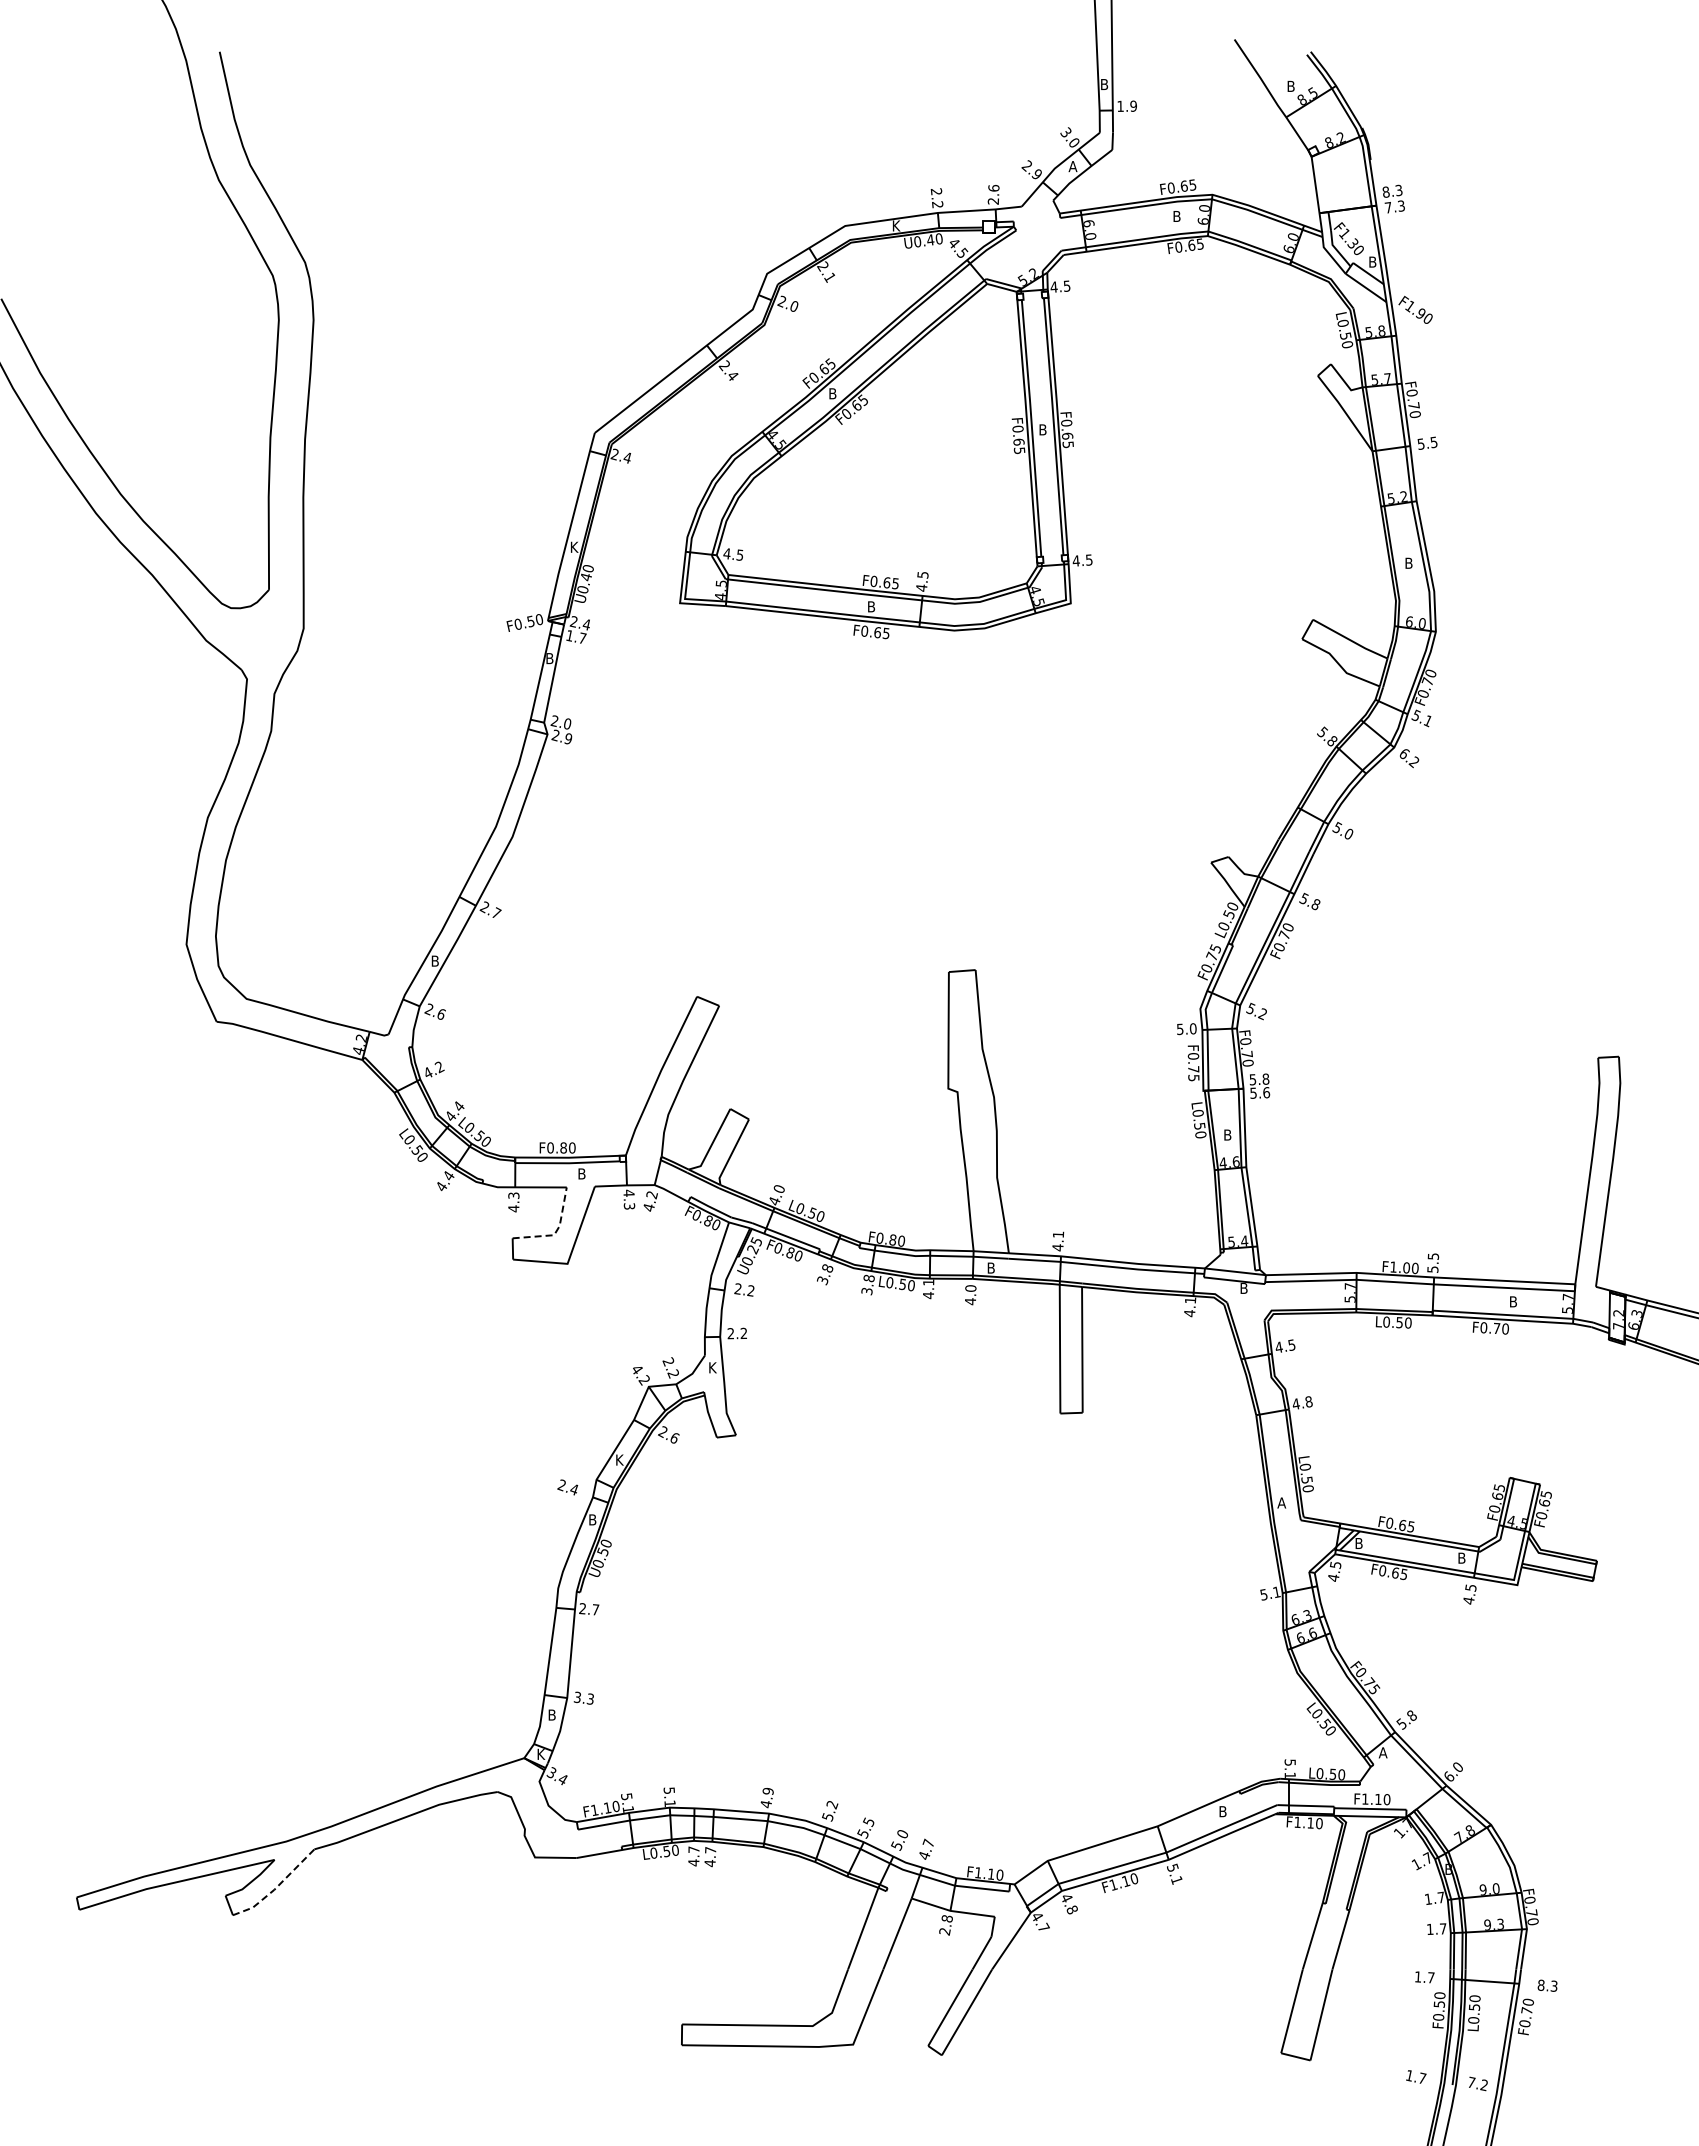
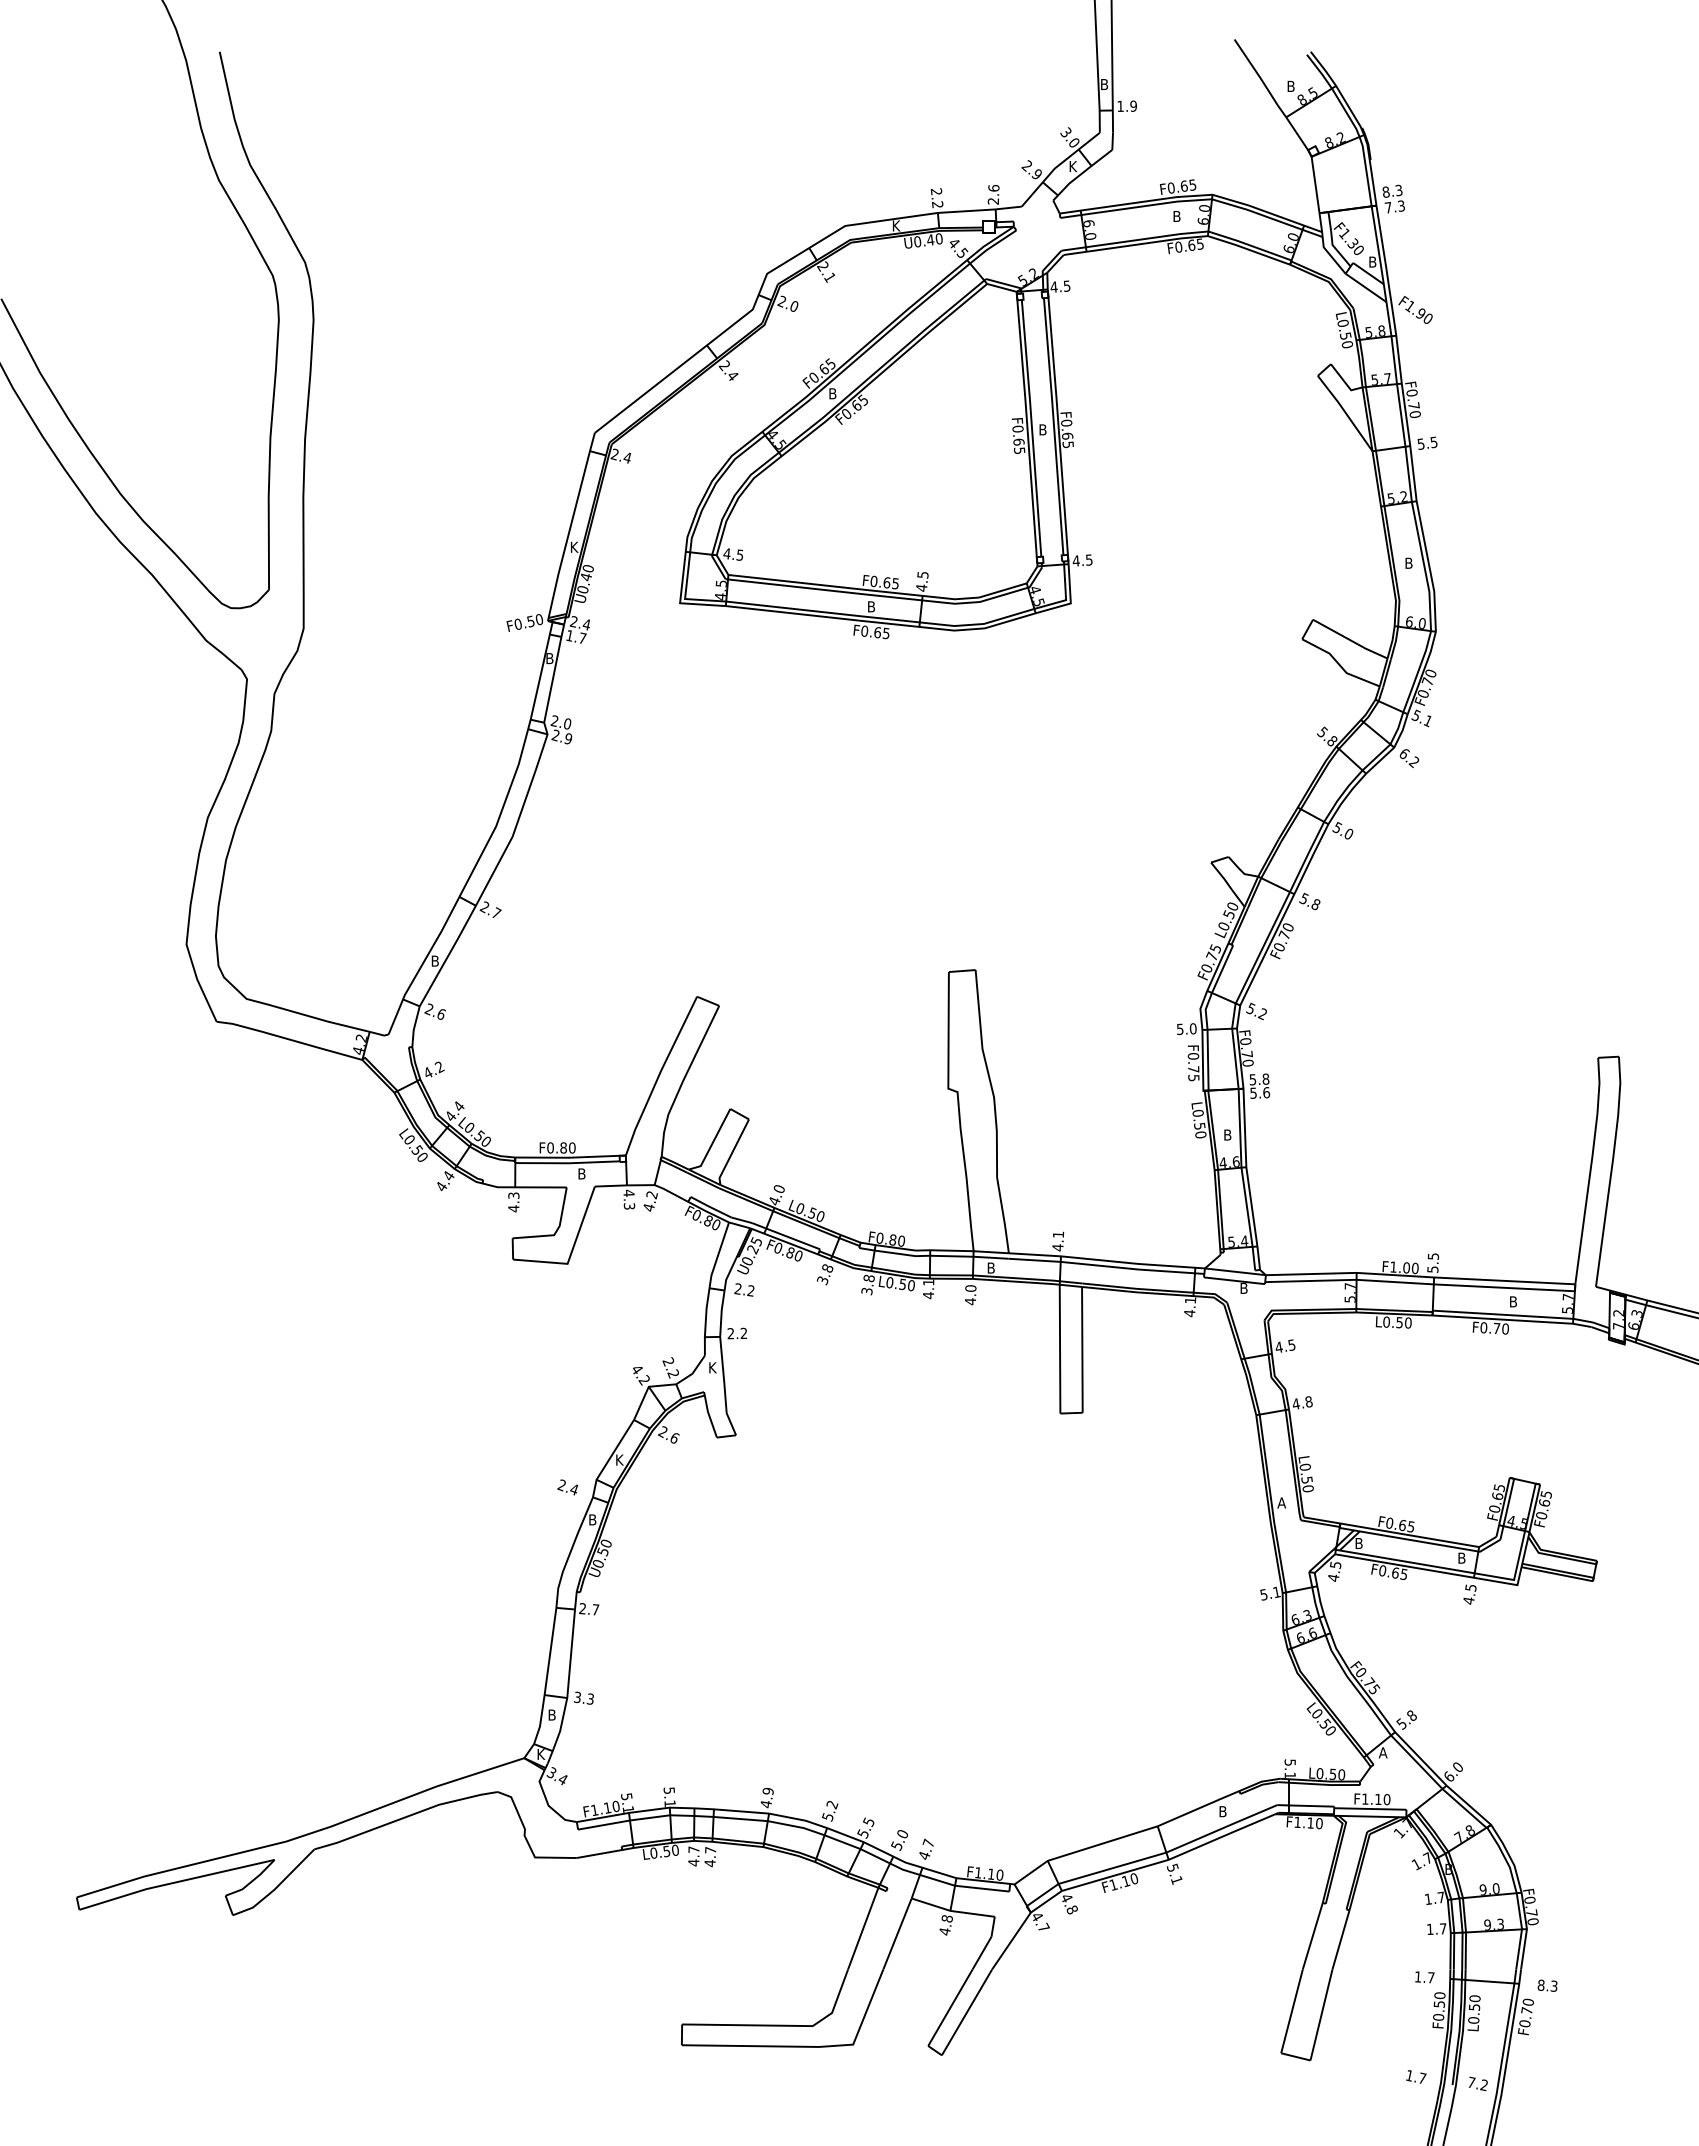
text at (1072, 166): A -> K
line at (556, 1231): dashed -> solid
line at (276, 1887): dashed -> solid
text at (944, 1931): 2.8 -> 4.8
